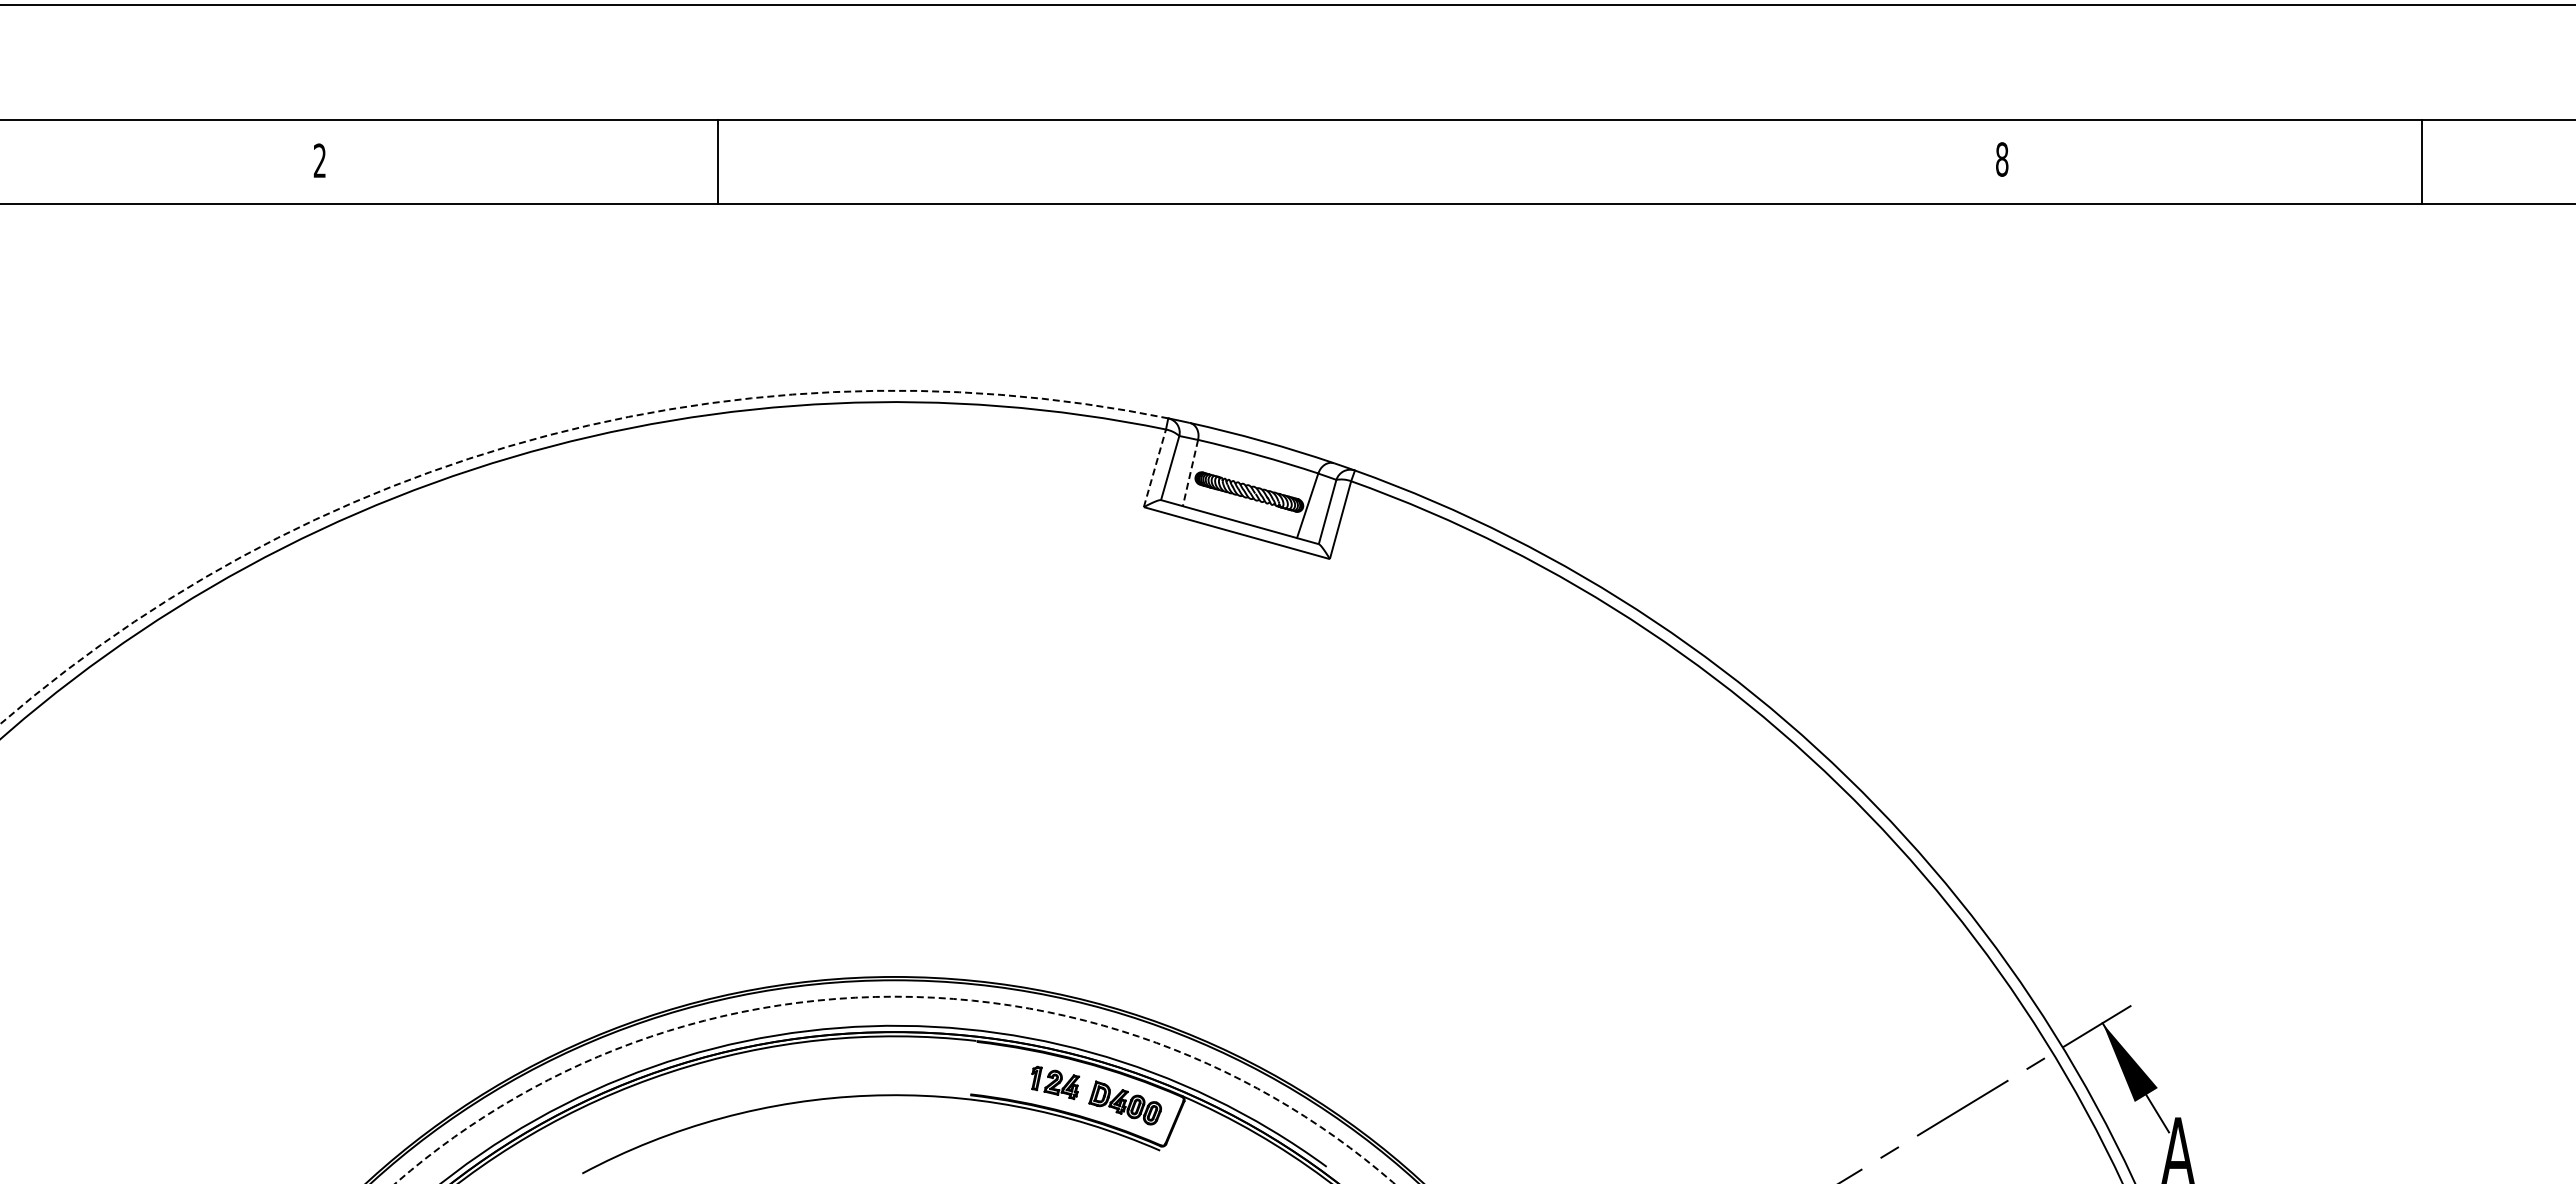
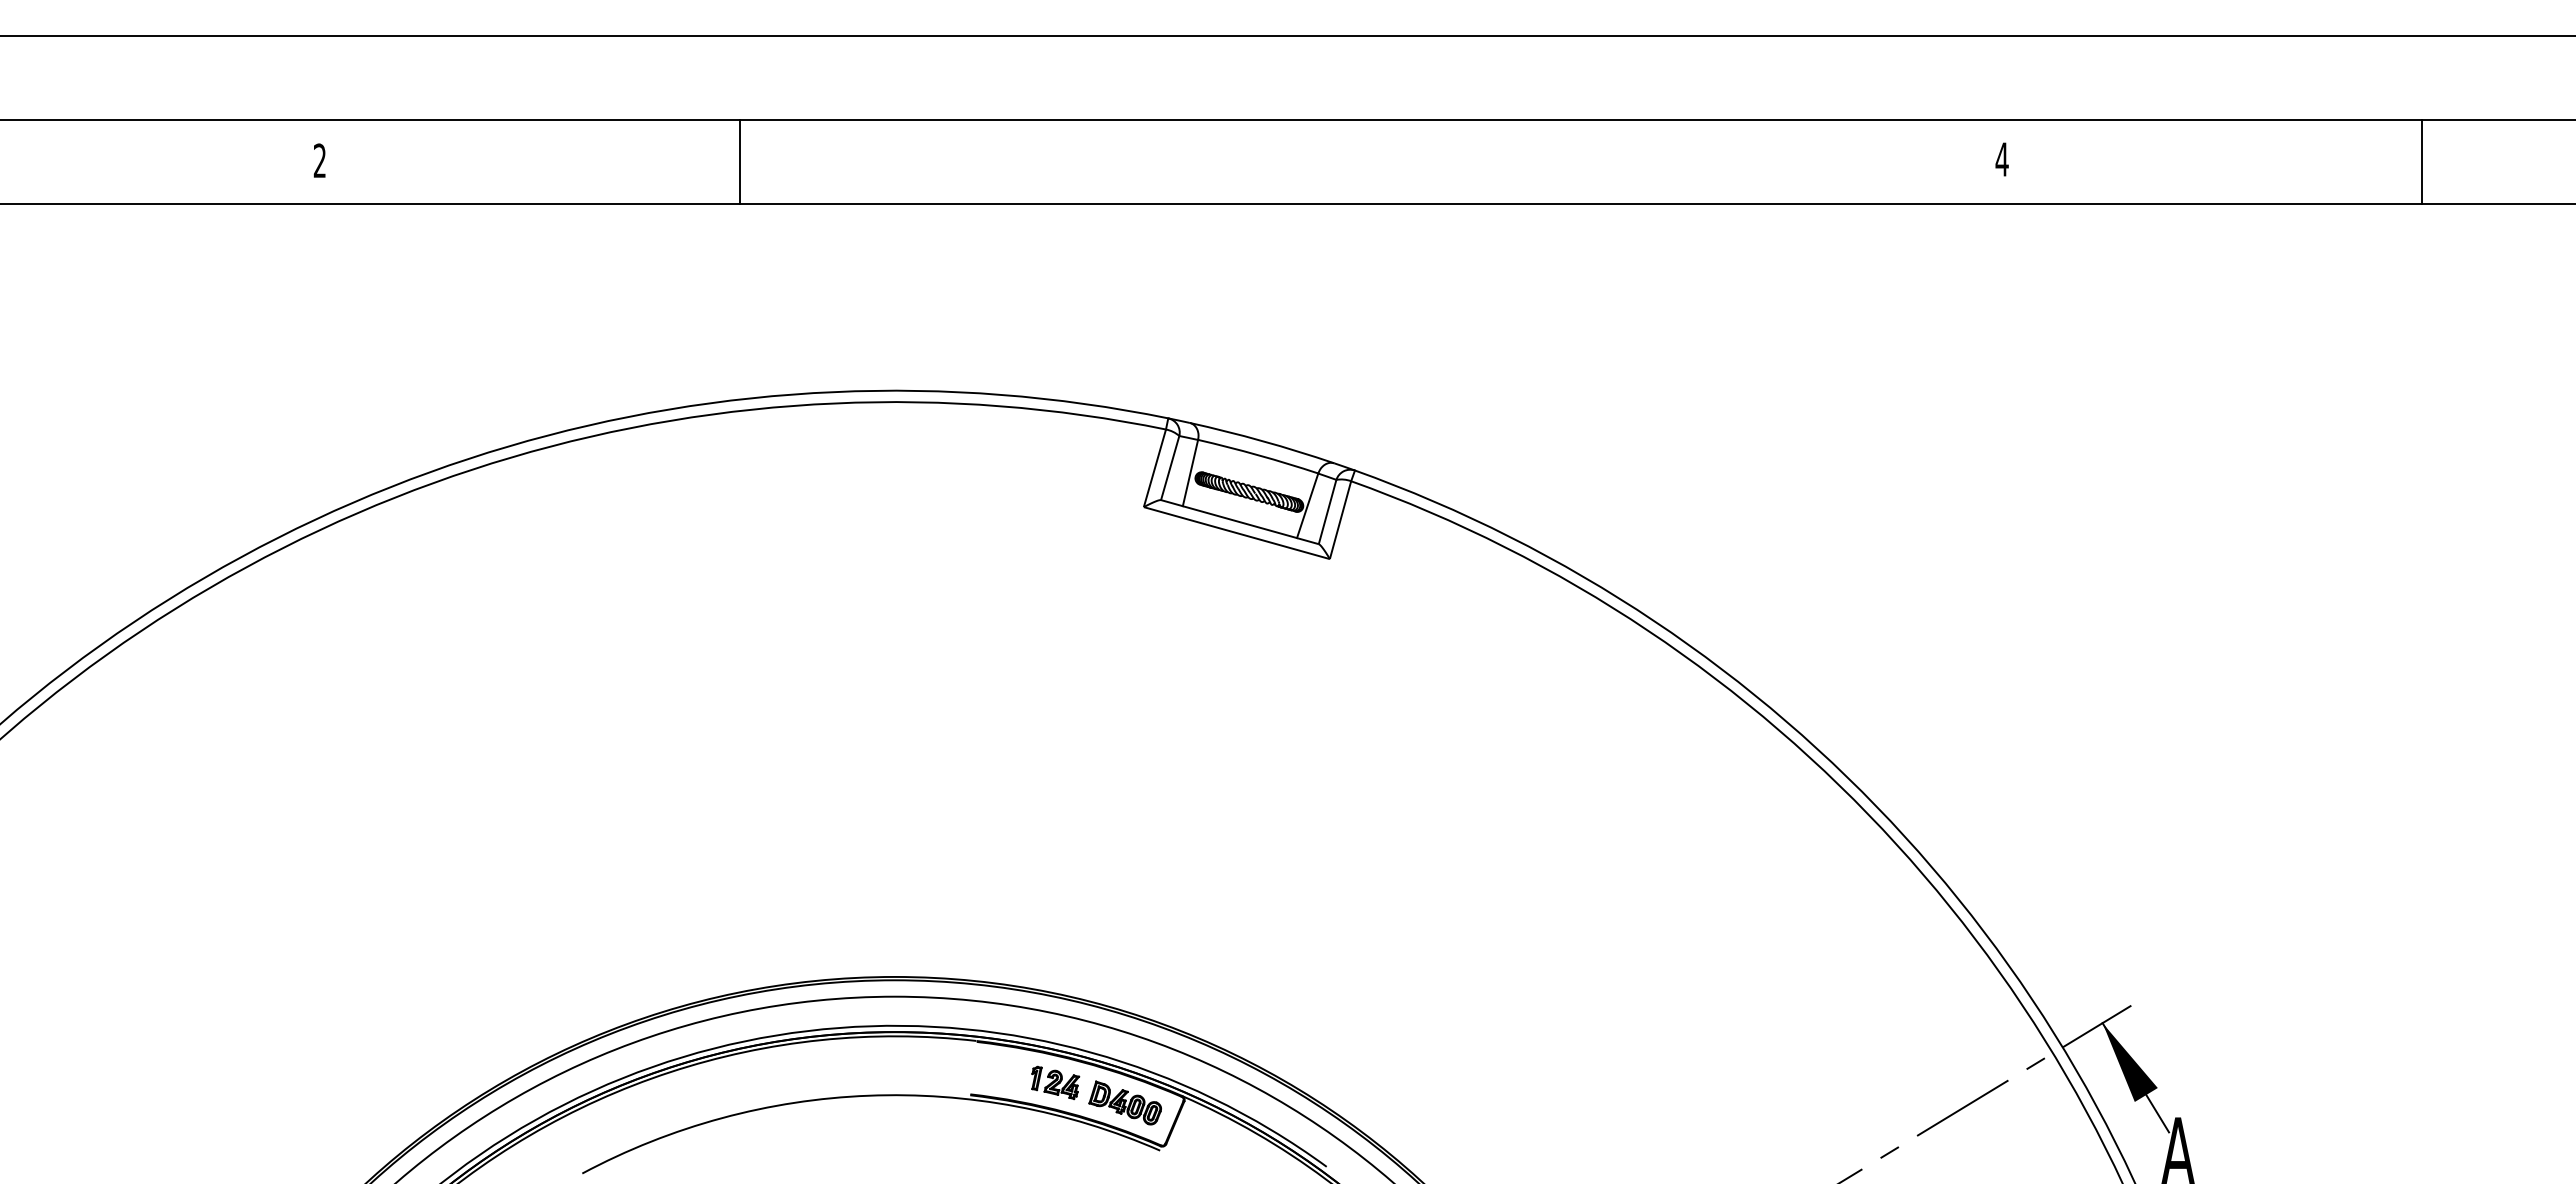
line at (1287, 4) position: (1287, 4) -> (1287, 35)
text at (2001, 159): 8 -> 4
line at (718, 161) position: (718, 161) -> (740, 161)
arc at (548, 435): dashed -> solid
line at (1154, 468): dashed -> solid
line at (1190, 473): dashed -> solid
circle at (894, 1089): dashed -> solid
